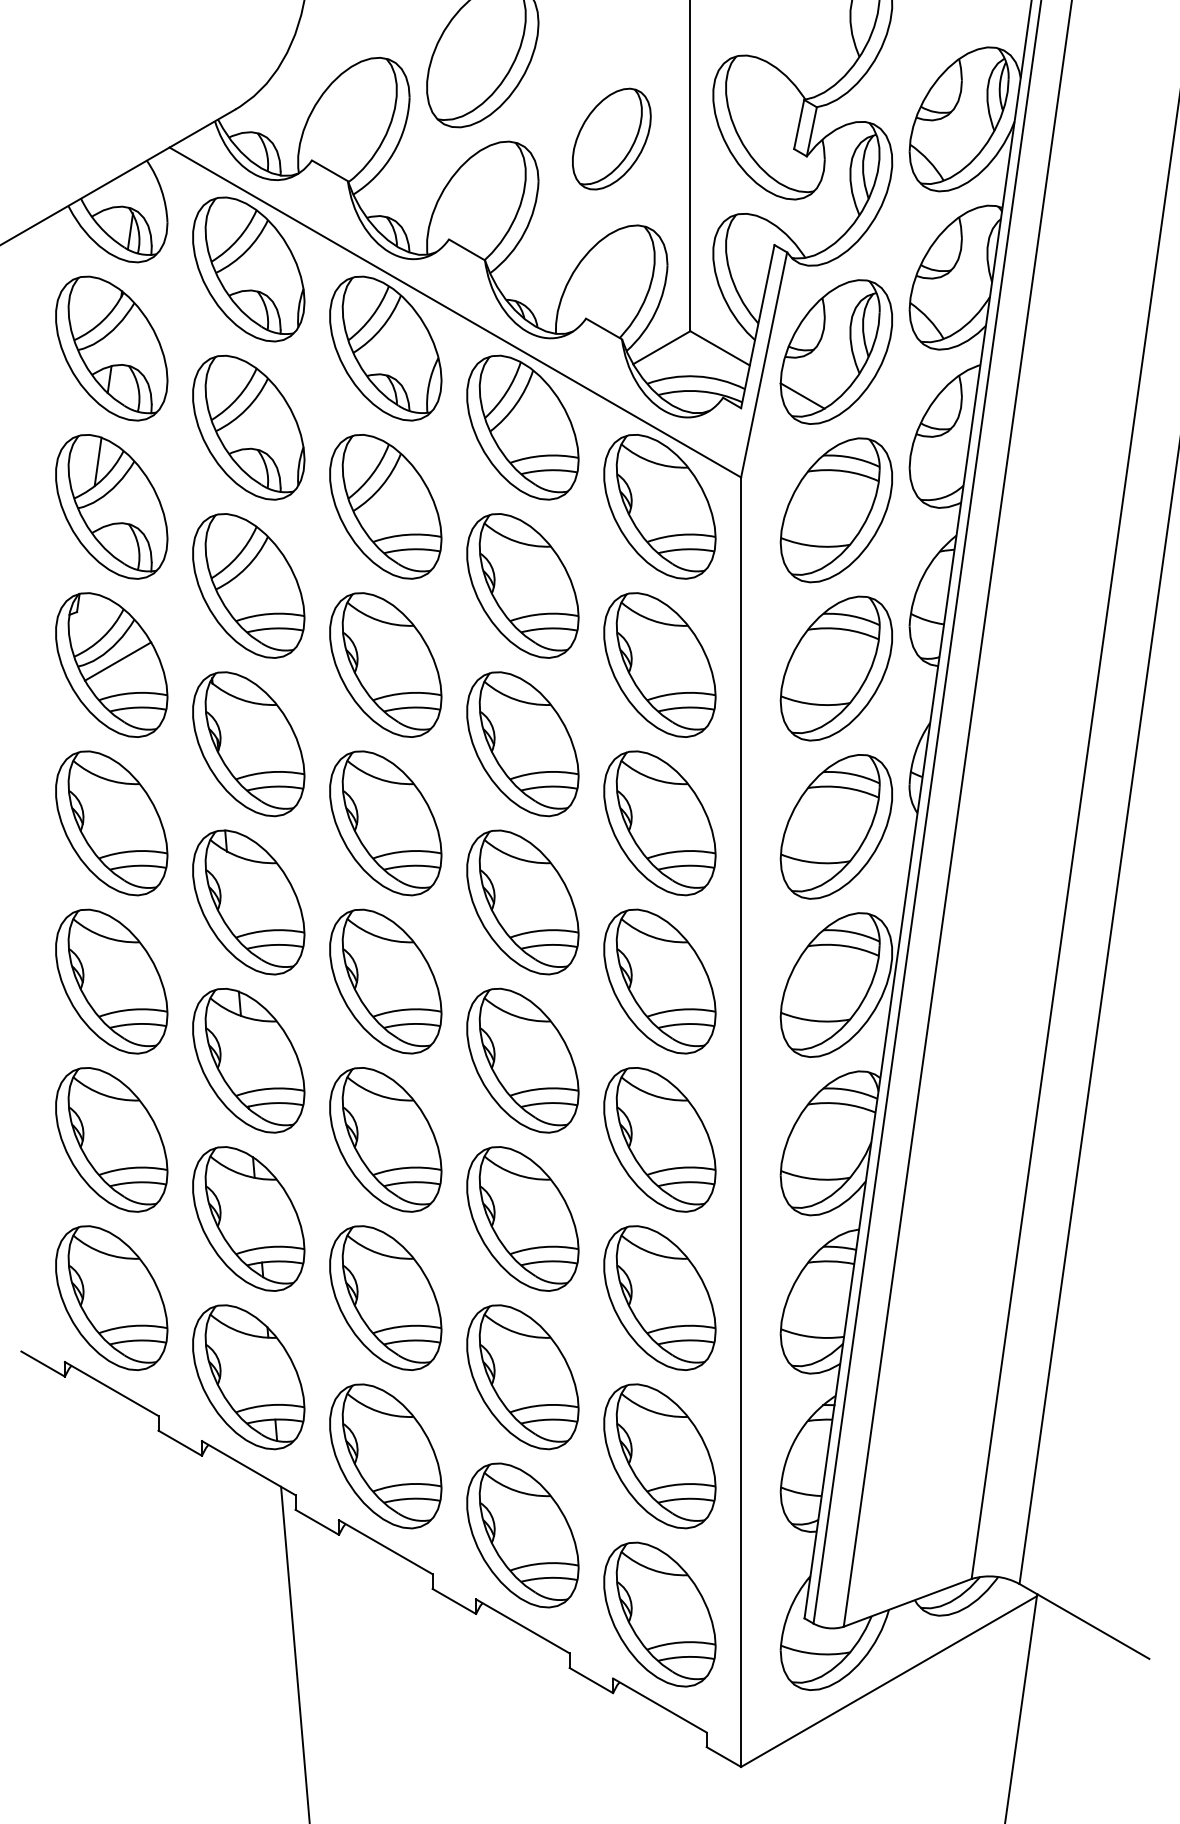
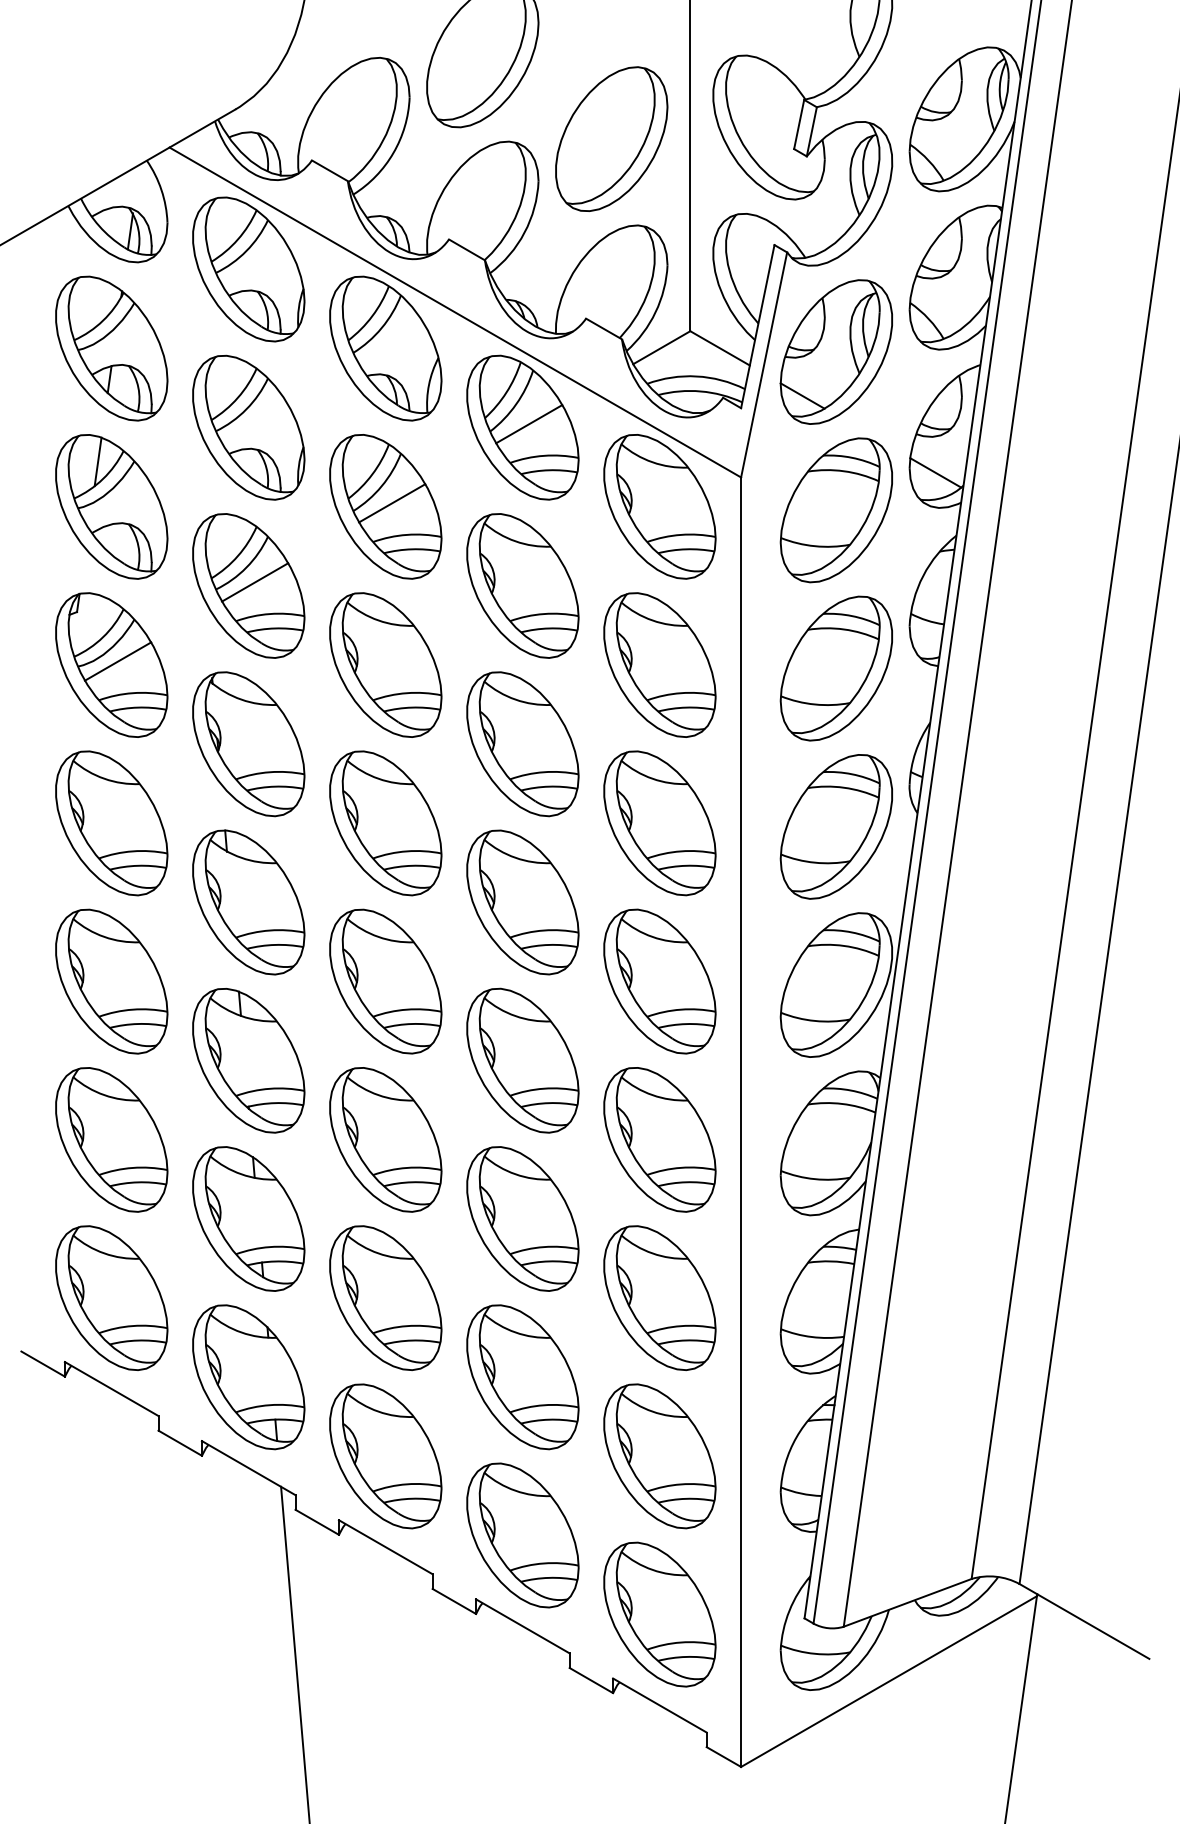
part at (611, 138) size: 80x104 px -> 114x146 px
line at (529, 424): none -> present
line at (935, 472): none -> present
line at (392, 503): none -> present
line at (255, 582): none -> present
